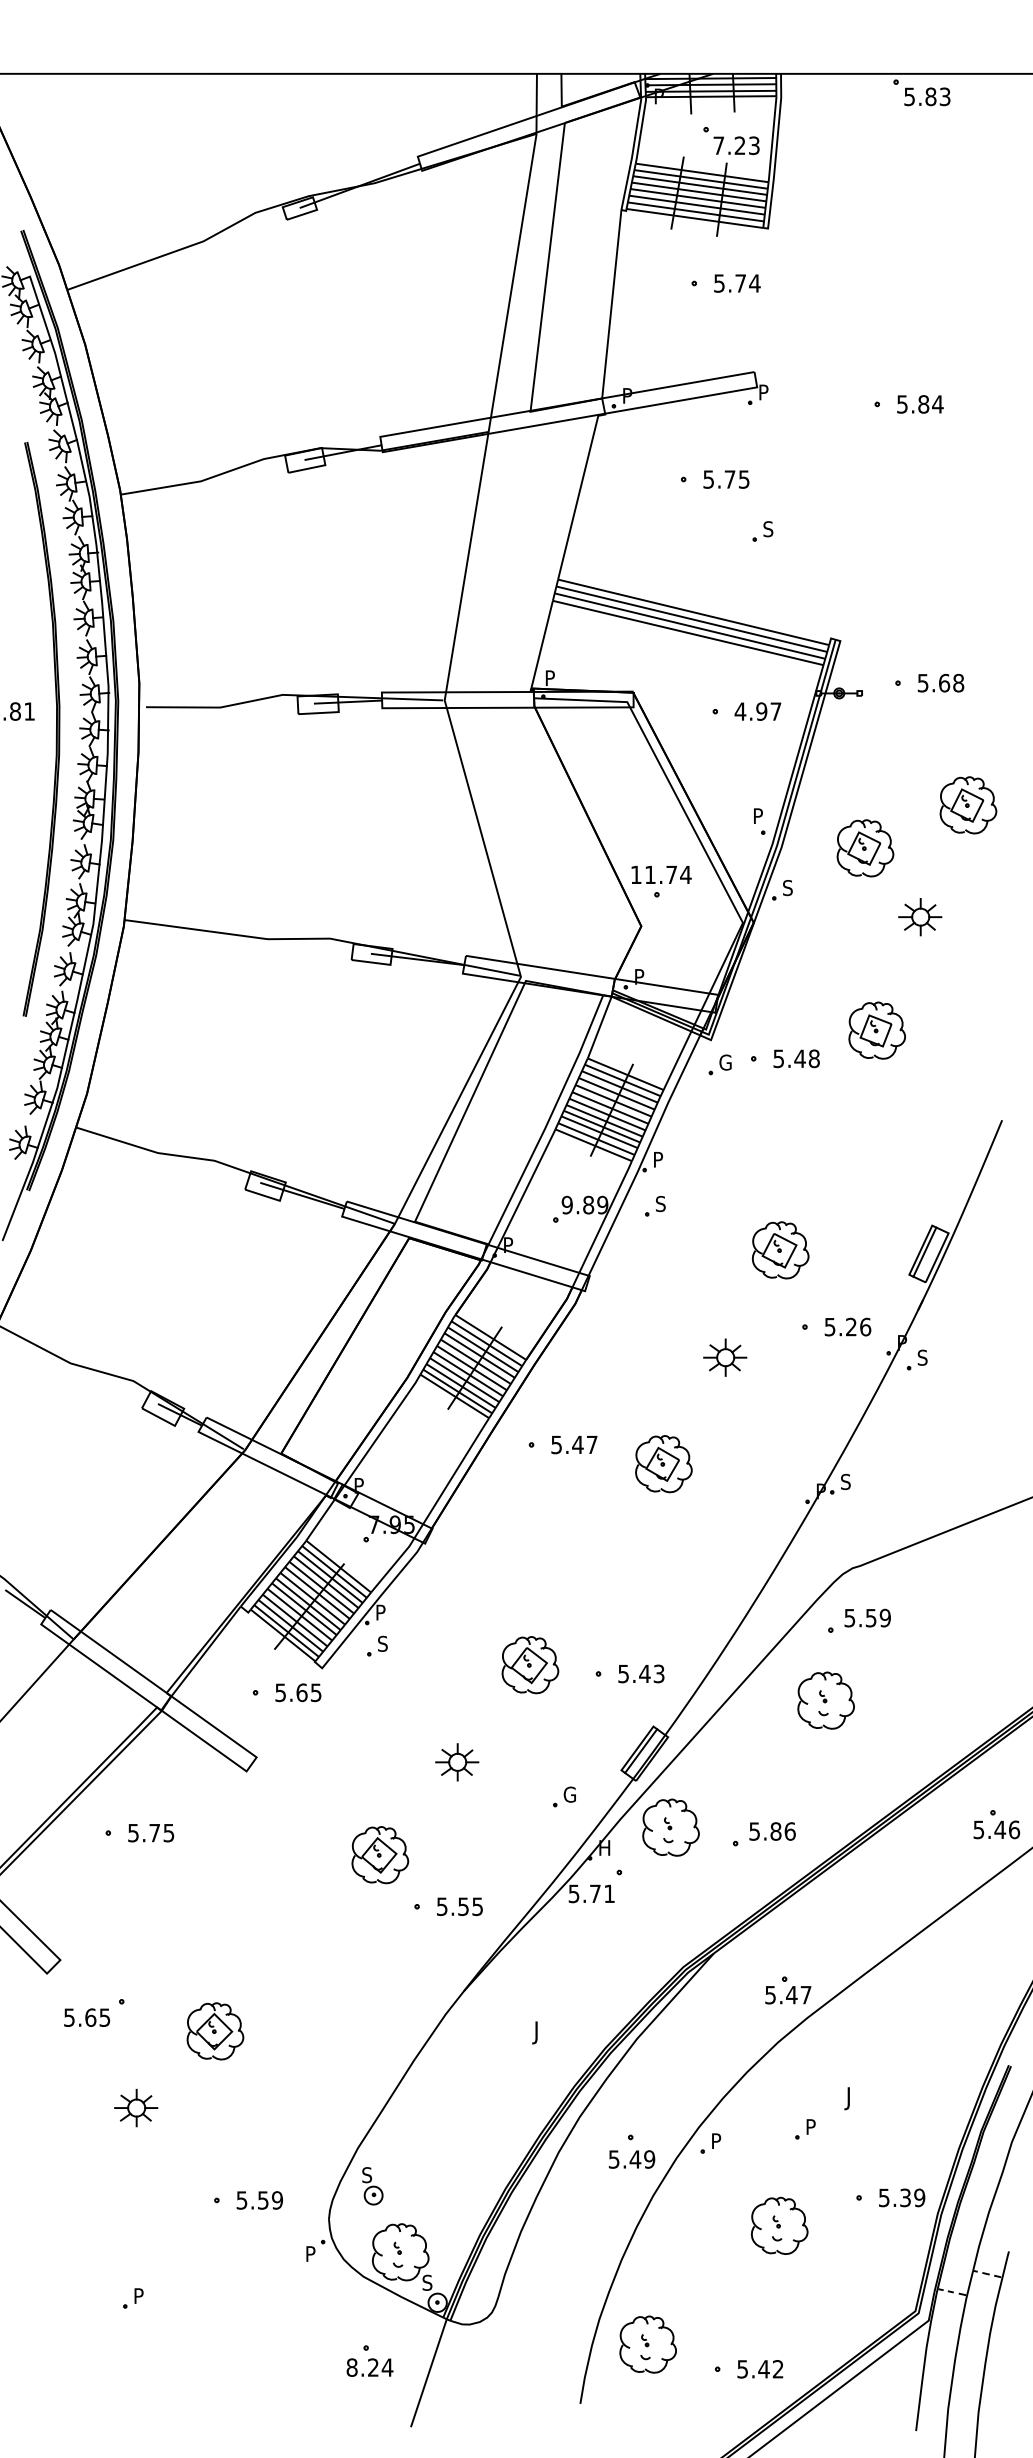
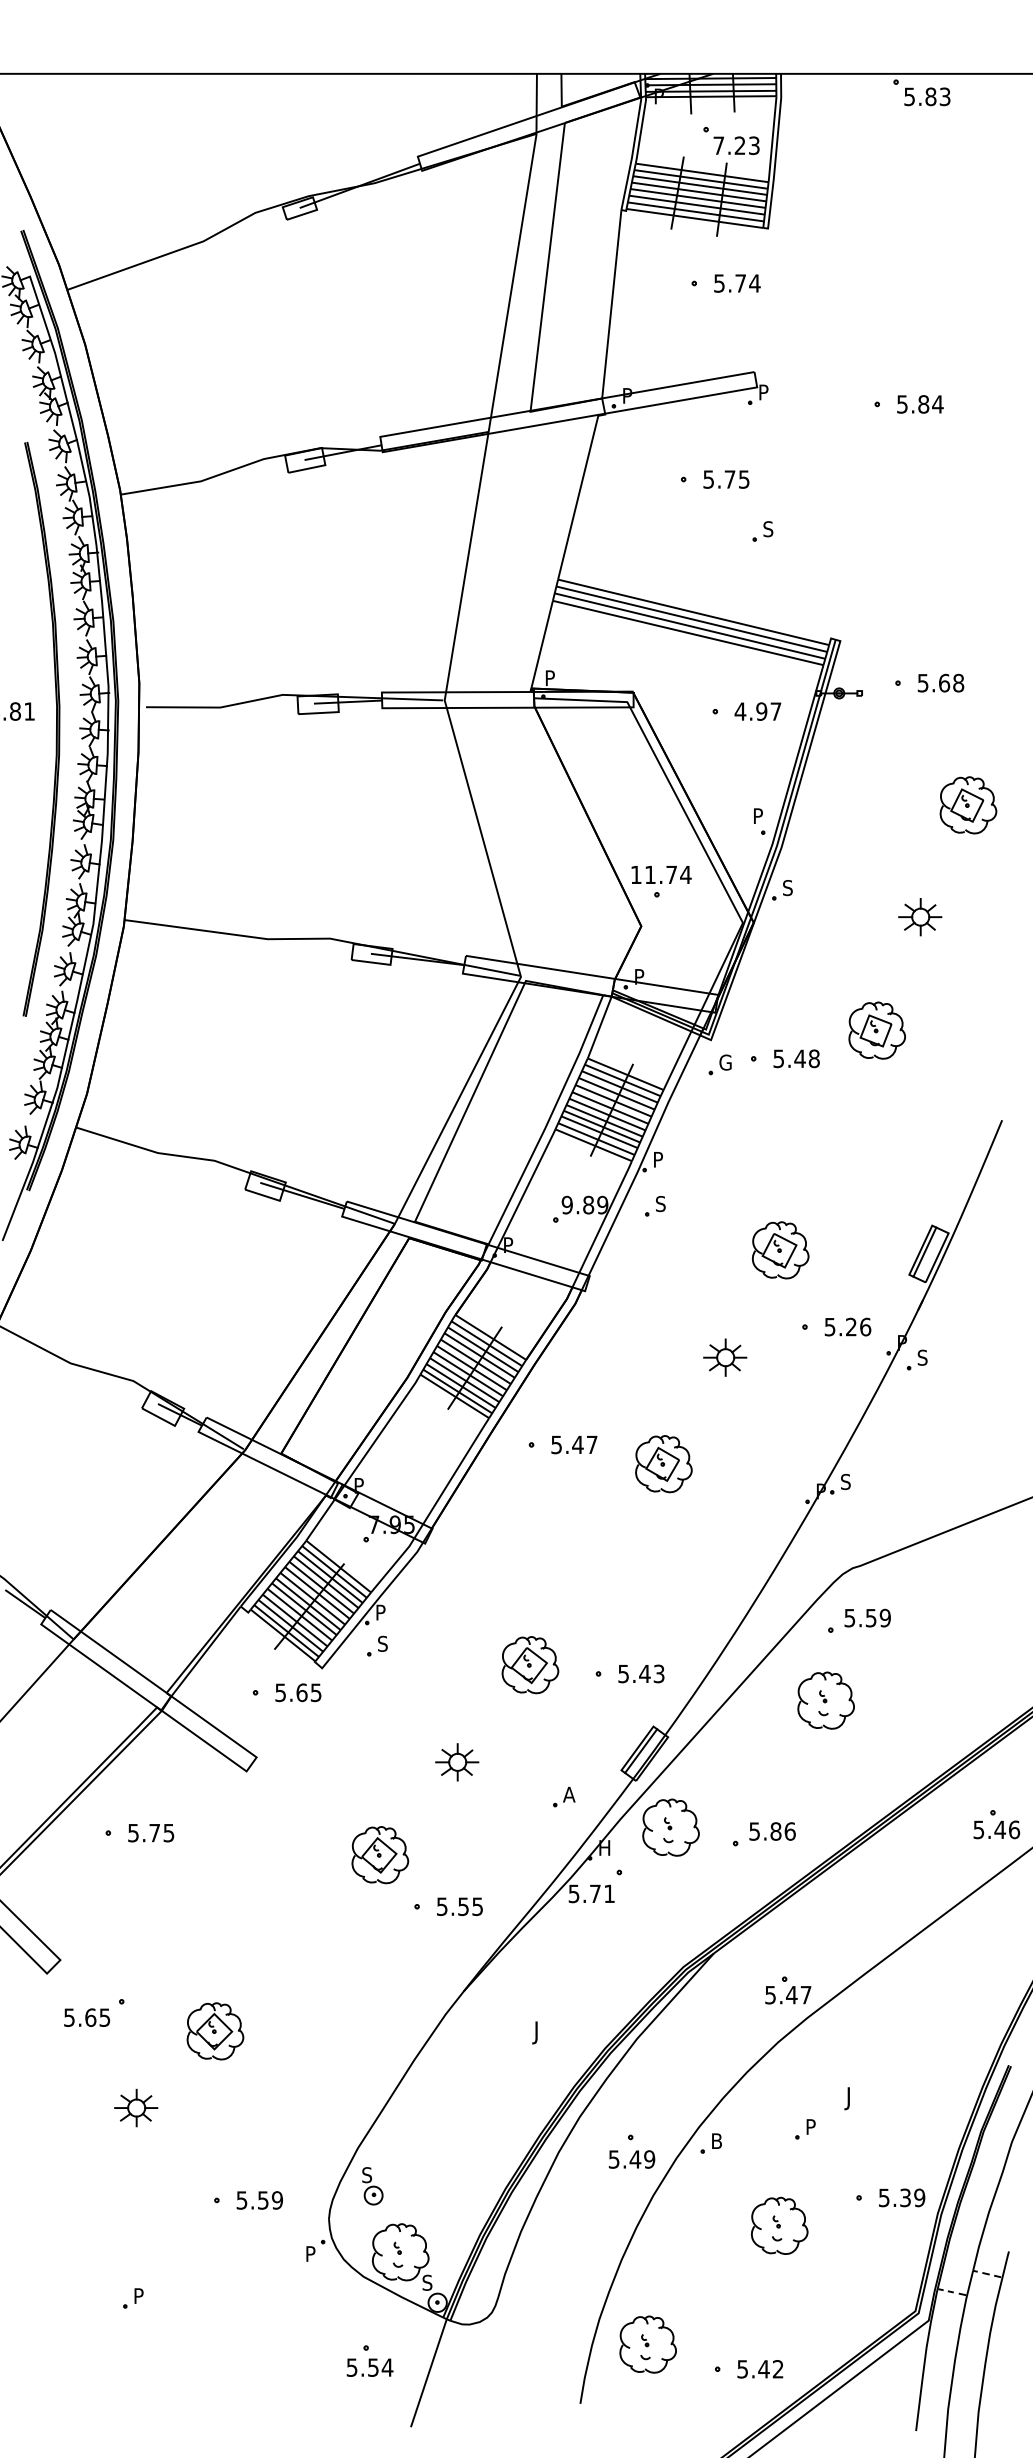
part at (865, 848): present -> none
text at (569, 1794): G -> A
text at (717, 2140): P -> B
text at (362, 2367): 8.24 -> 5.54
